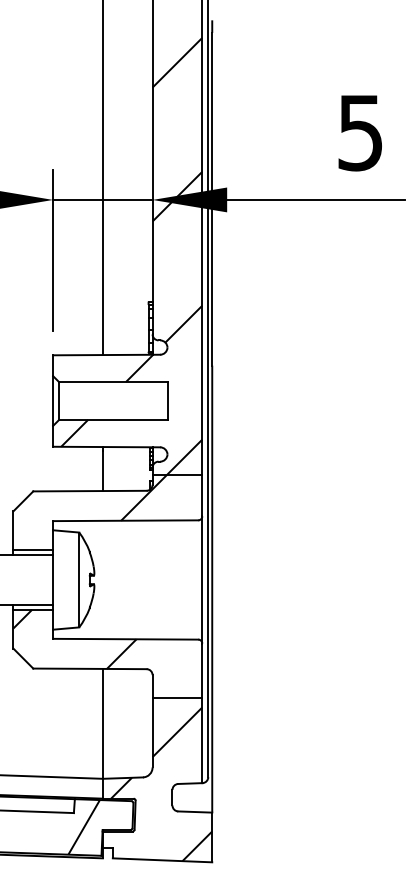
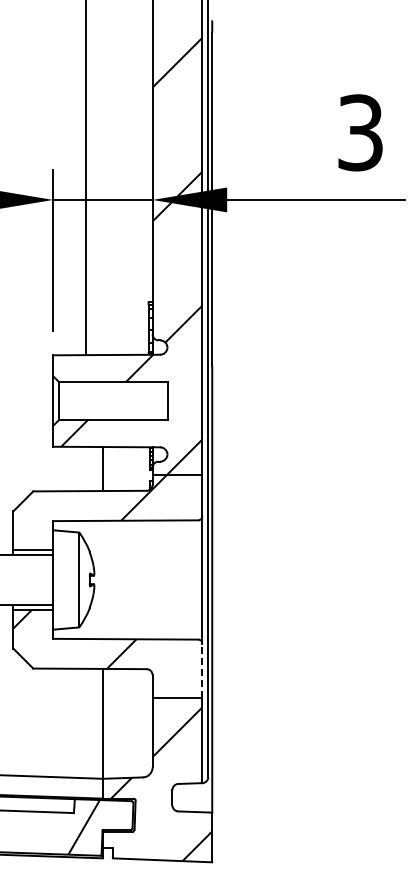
text at (360, 132): 5 -> 3
line at (102, 178) position: (102, 178) -> (85, 178)
line at (202, 670): solid -> dashed
